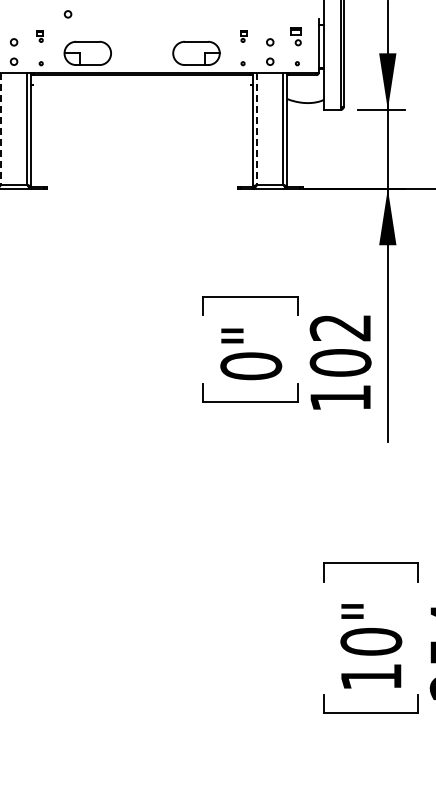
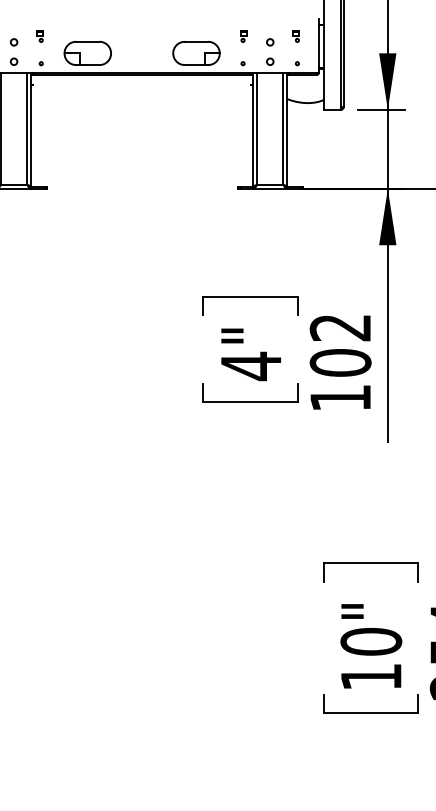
circle at (67, 14): present -> none
part at (295, 36) size: 12x20 px -> 8x13 px
line at (0, 129): dashed -> solid
line at (257, 129): dashed -> solid
text at (251, 366): 0" -> 4"
